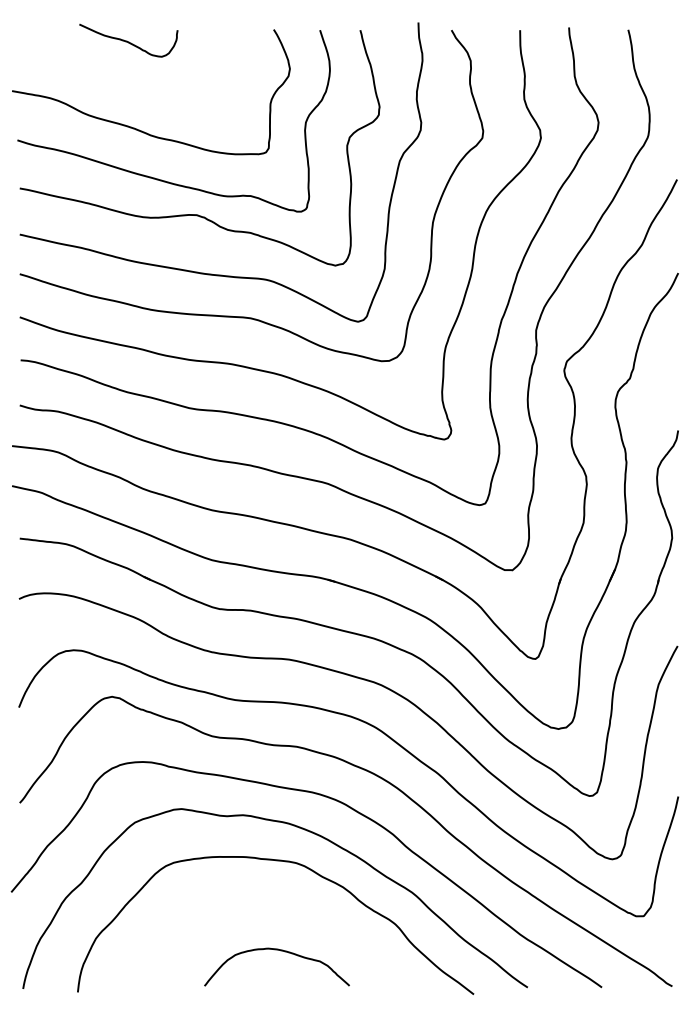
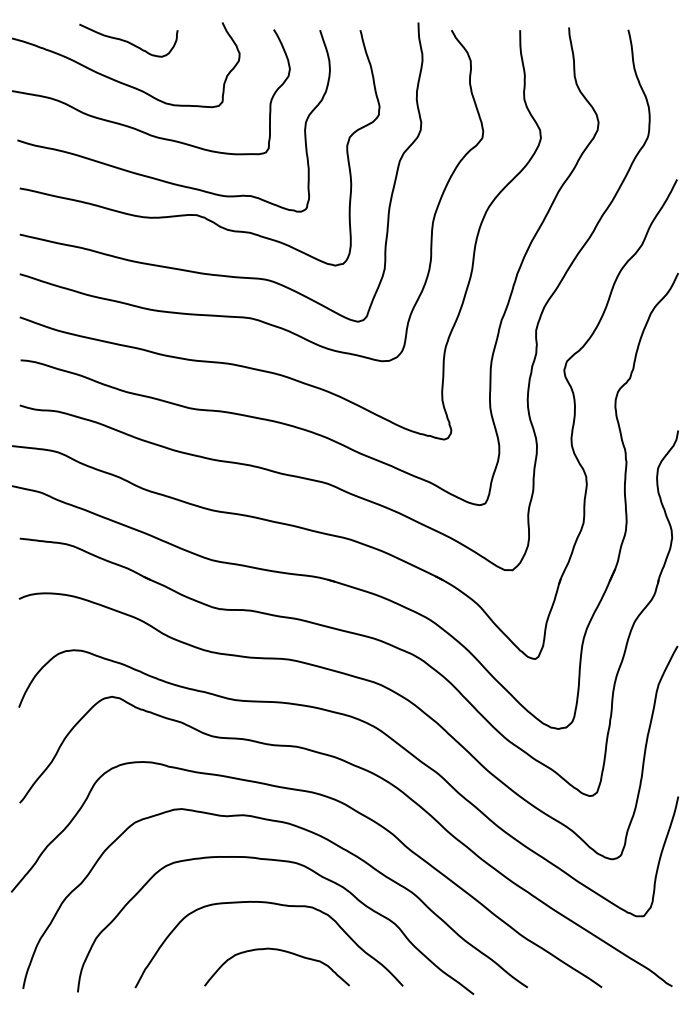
curve at (118, 80): none -> present
curve at (277, 905): none -> present
